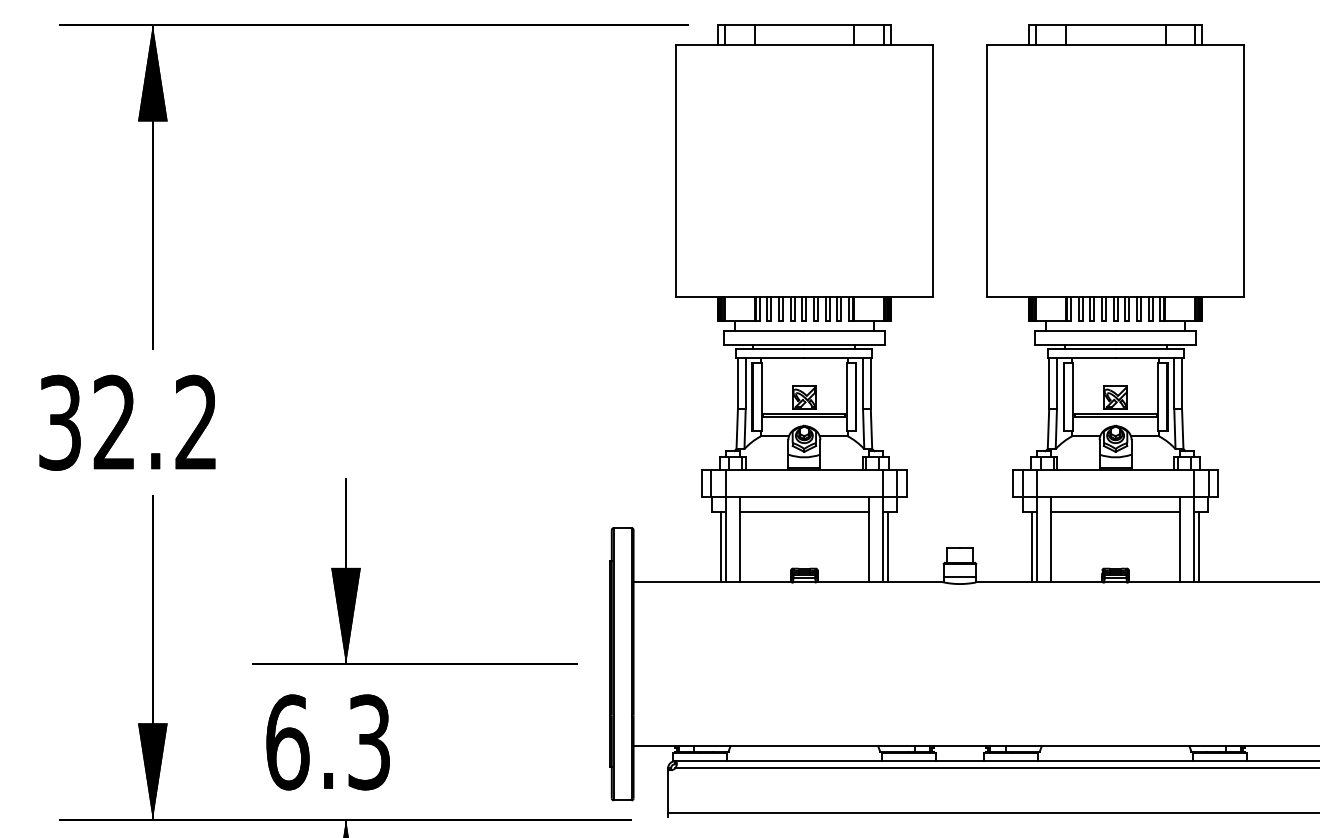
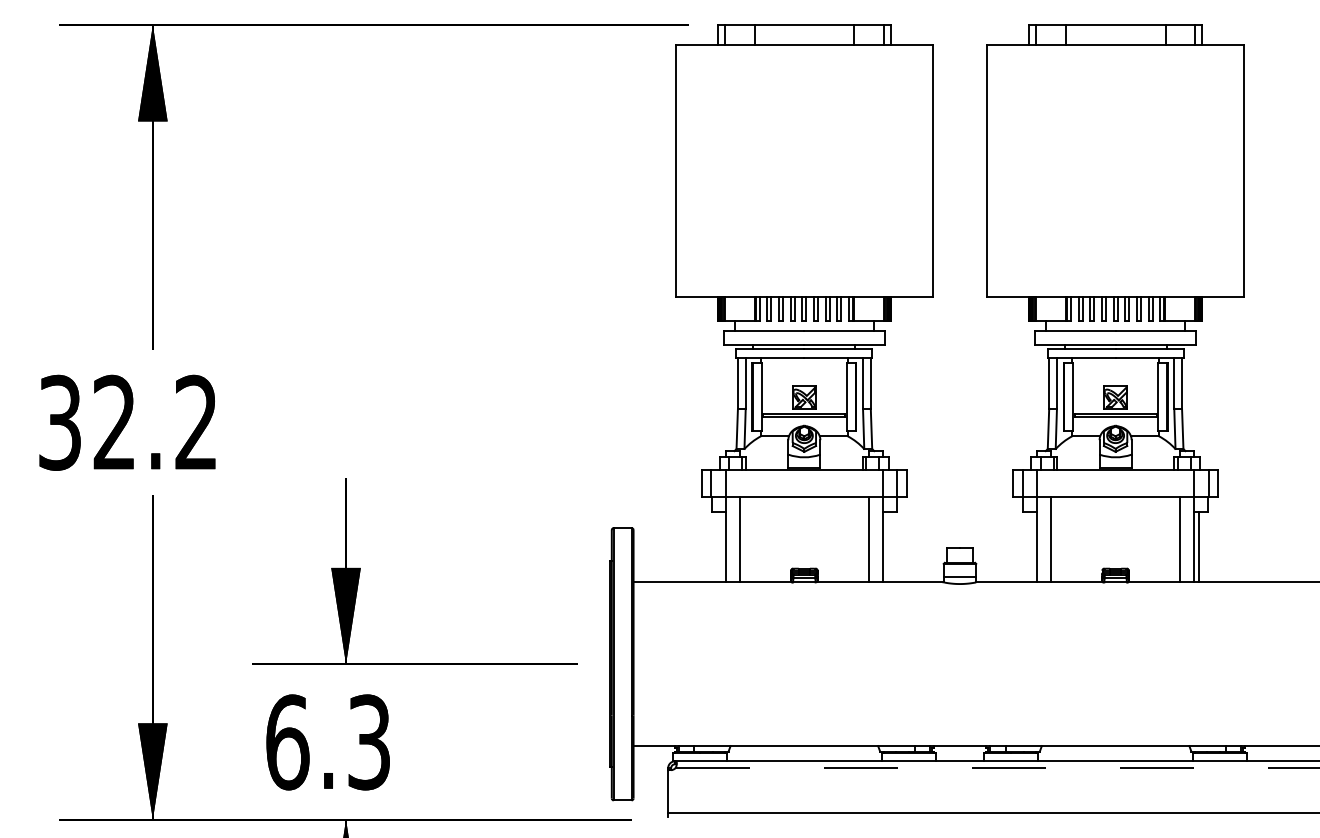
line at (803, 512): present -> none
line at (1115, 512): present -> none
line at (720, 547): present -> none
line at (888, 547): present -> none
line at (1031, 547): present -> none
line at (997, 768): solid -> dashed
